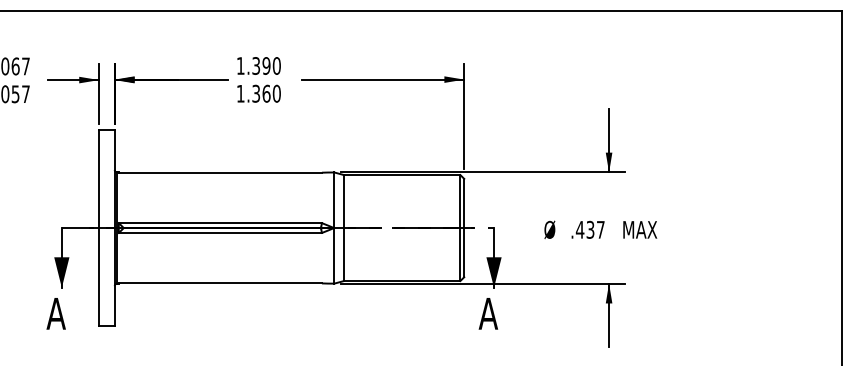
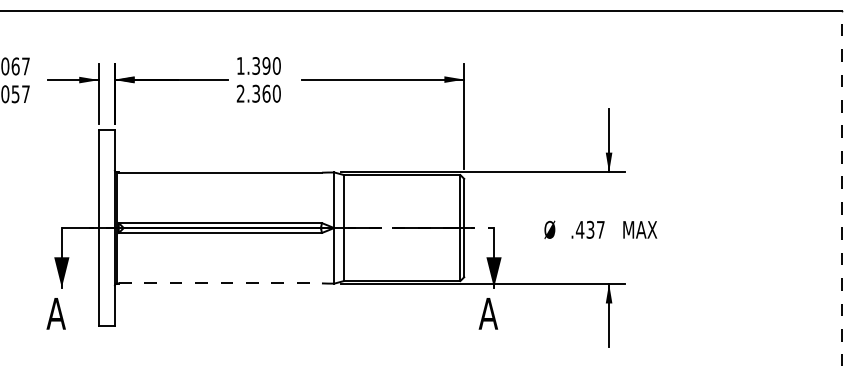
text at (240, 93): 1.360 -> 2.360
line at (841, 188): solid -> dashed
line at (220, 283): solid -> dashed
